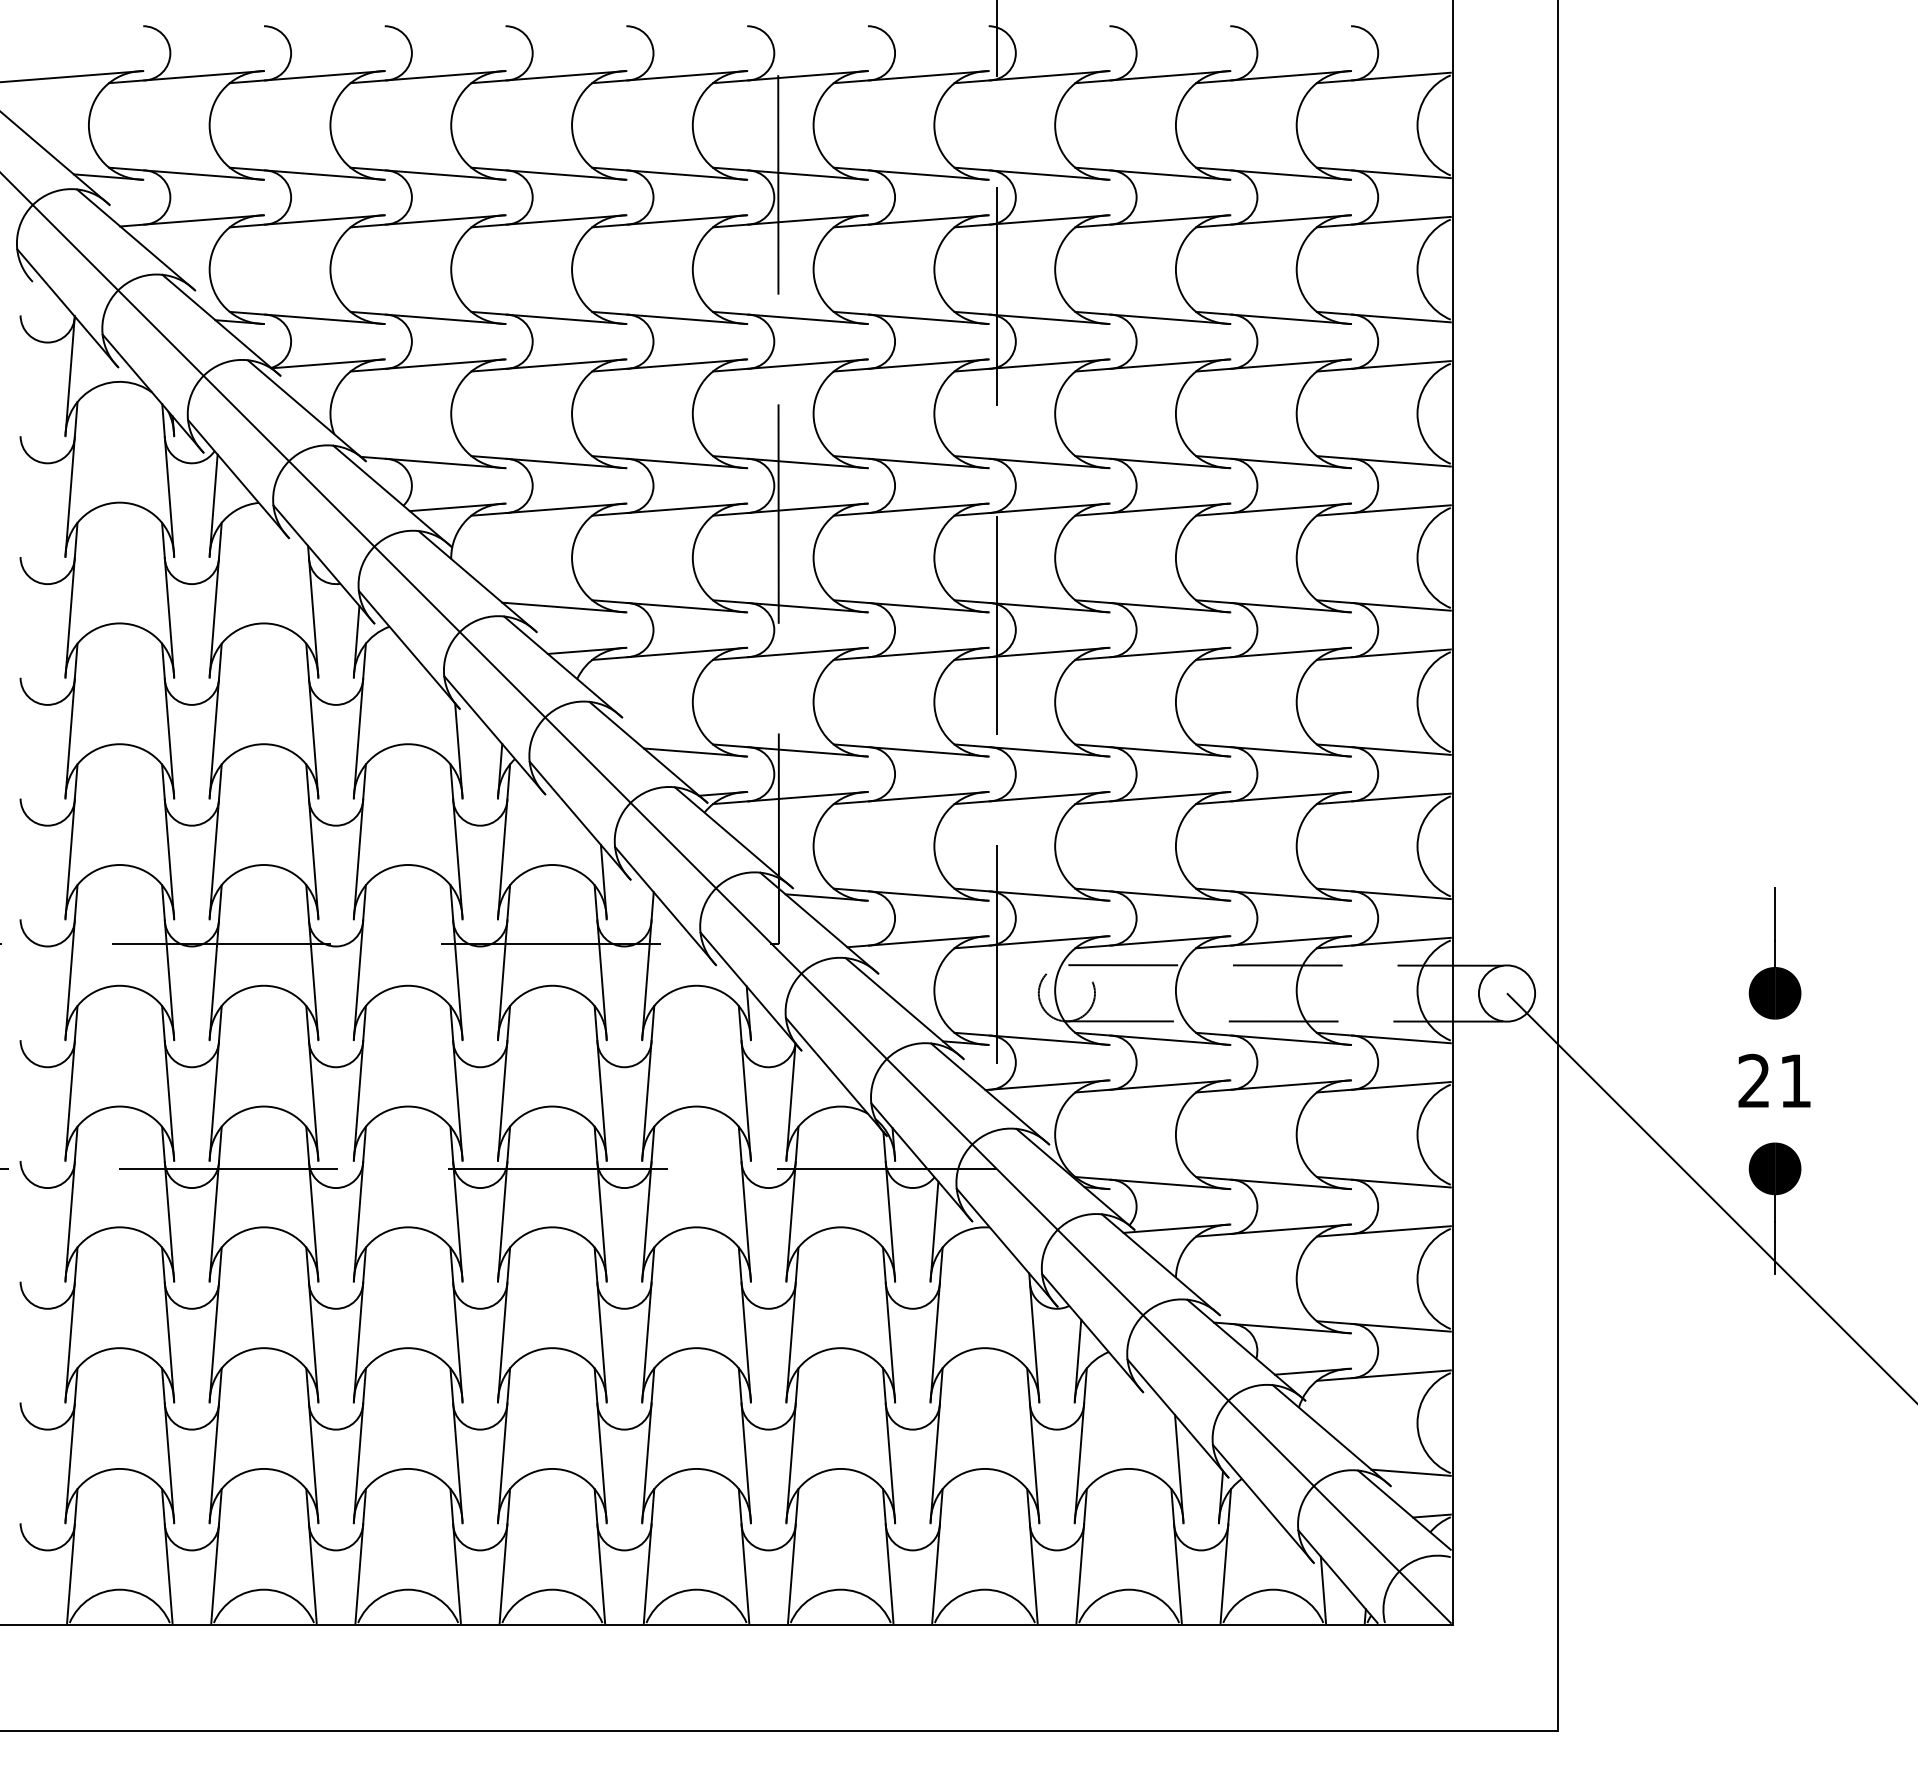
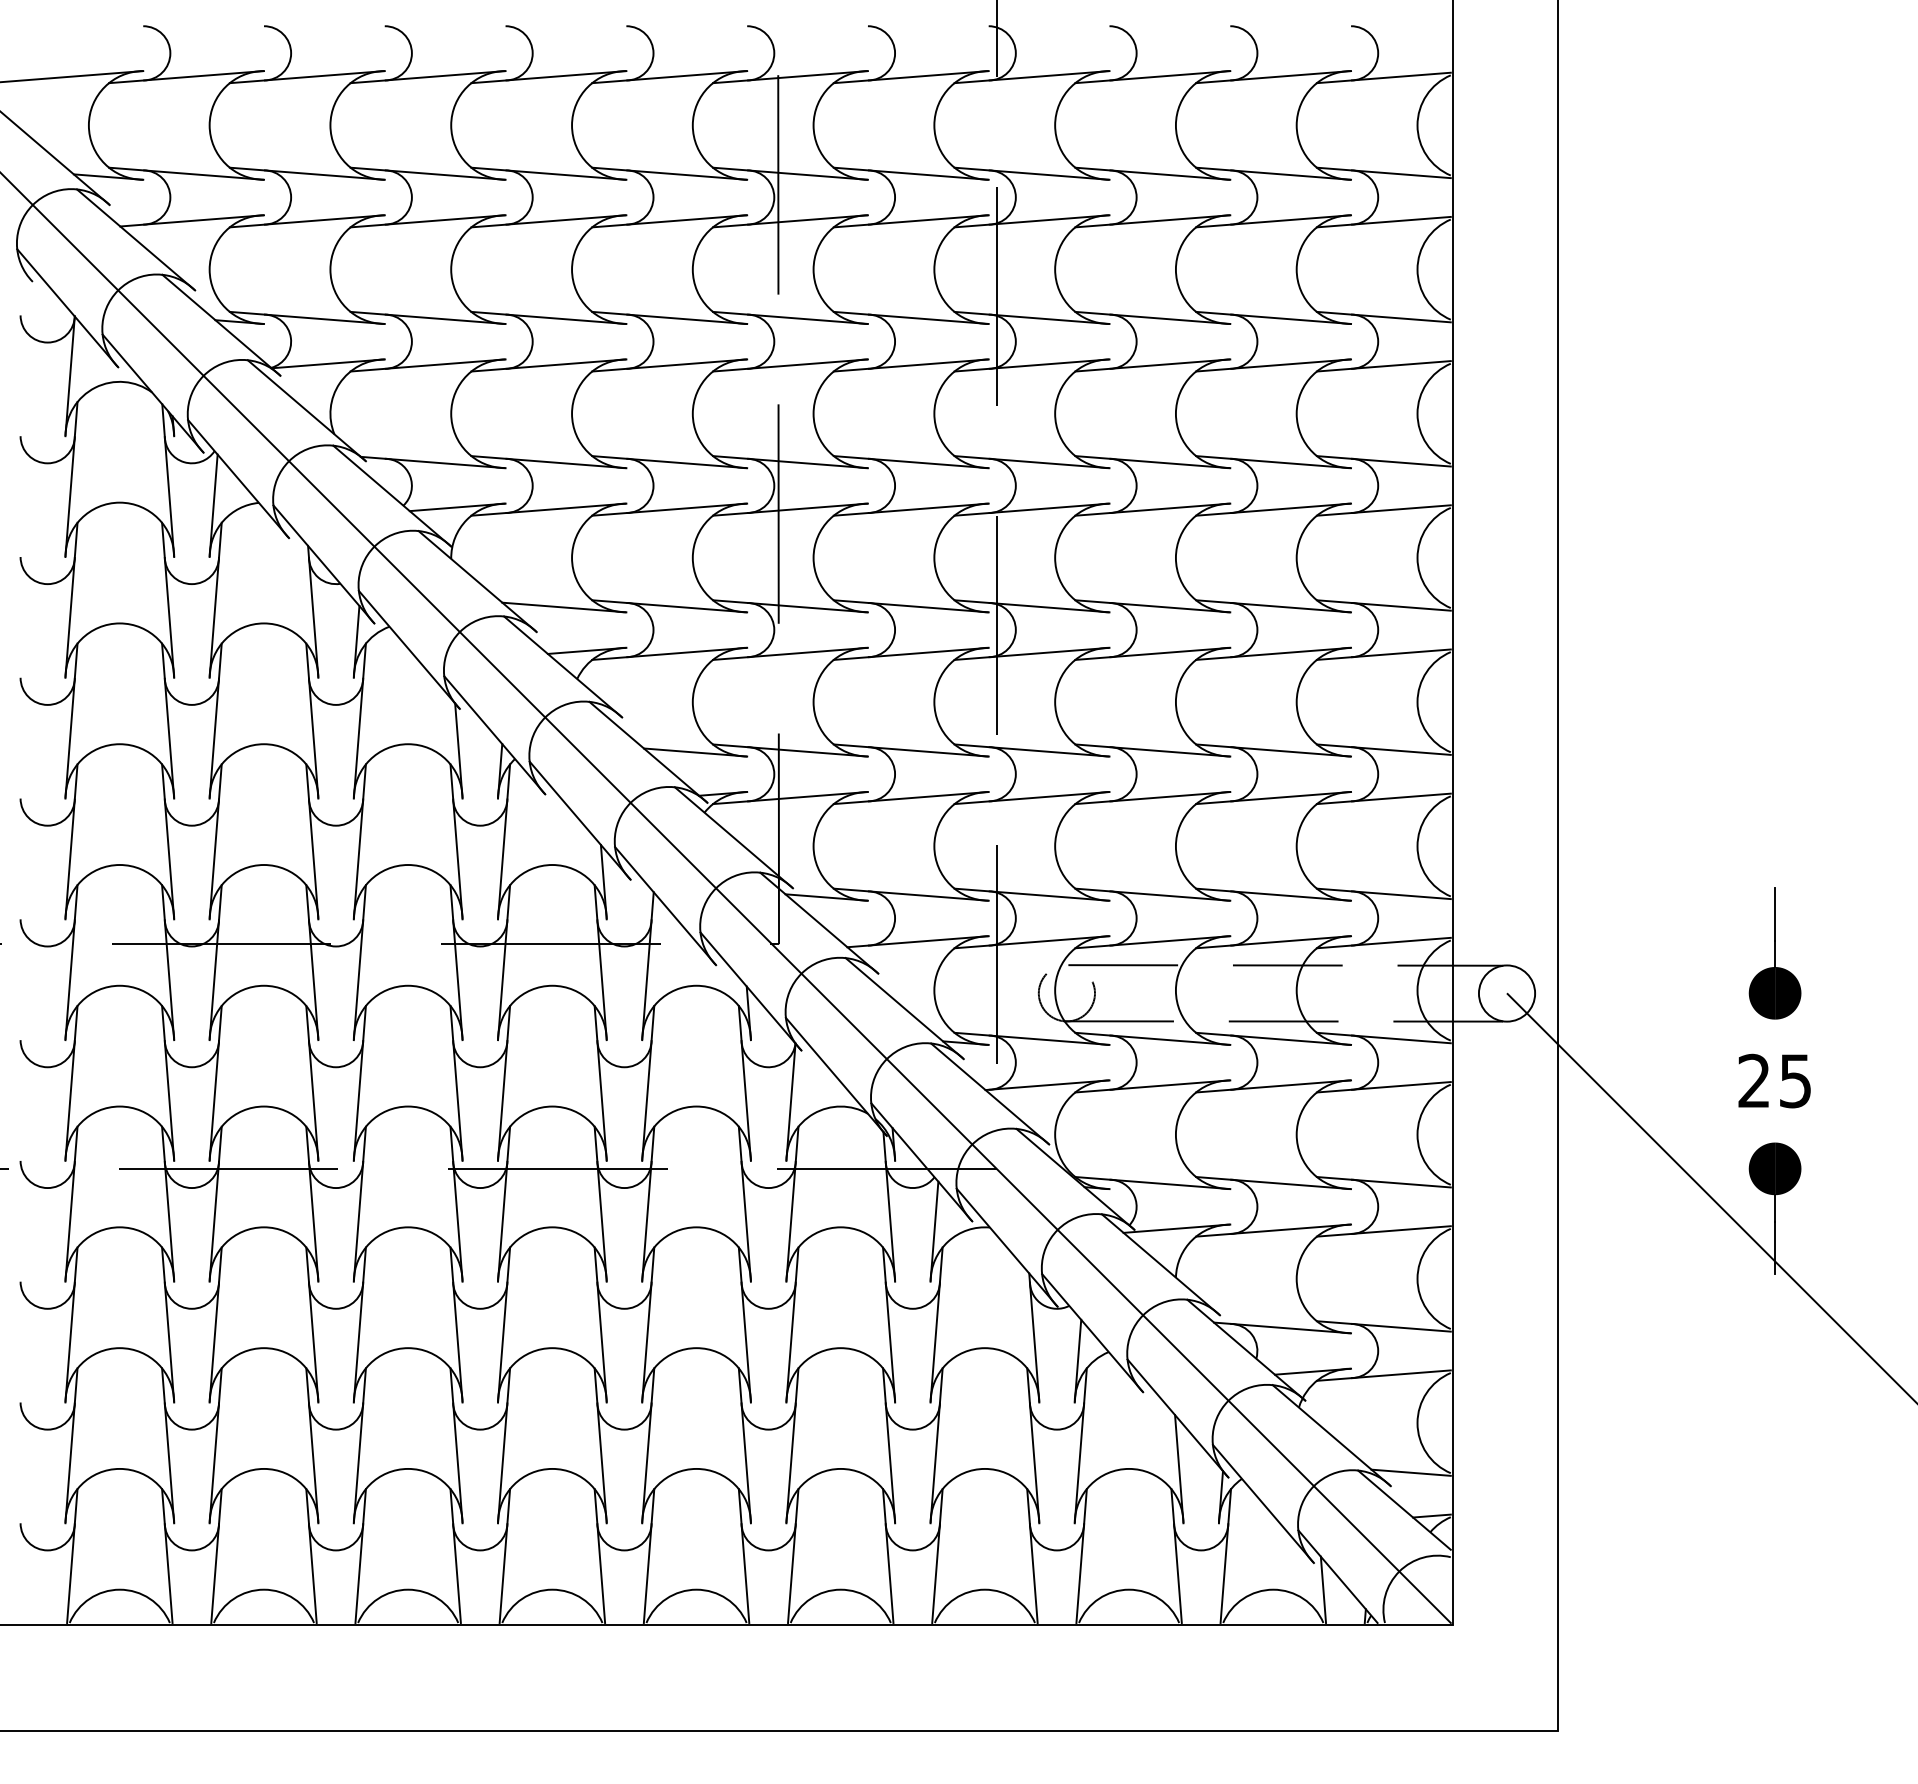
text at (1795, 1081): 21 -> 25
